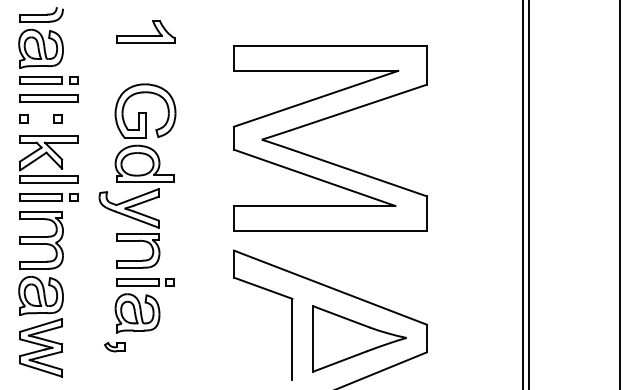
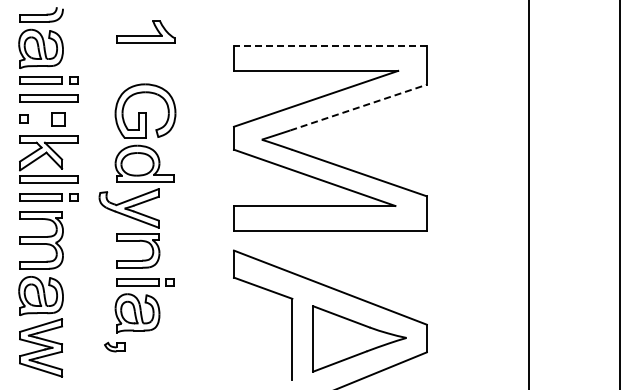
line at (329, 46): solid -> dashed
line at (359, 107): solid -> dashed
part at (57, 118) size: 10x10 px -> 15x15 px
line at (523, 194): present -> none
